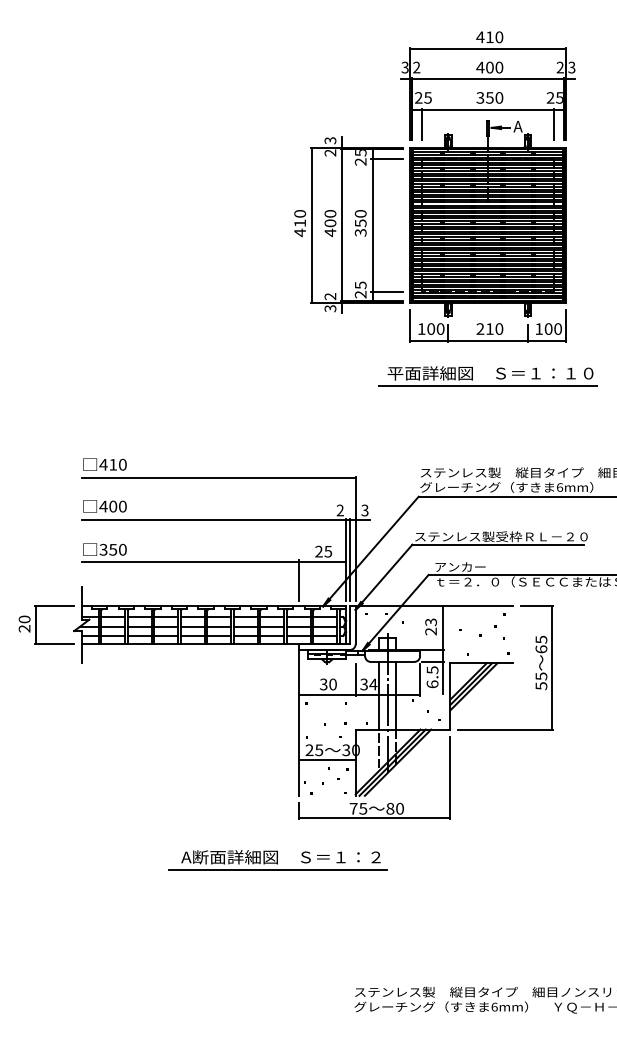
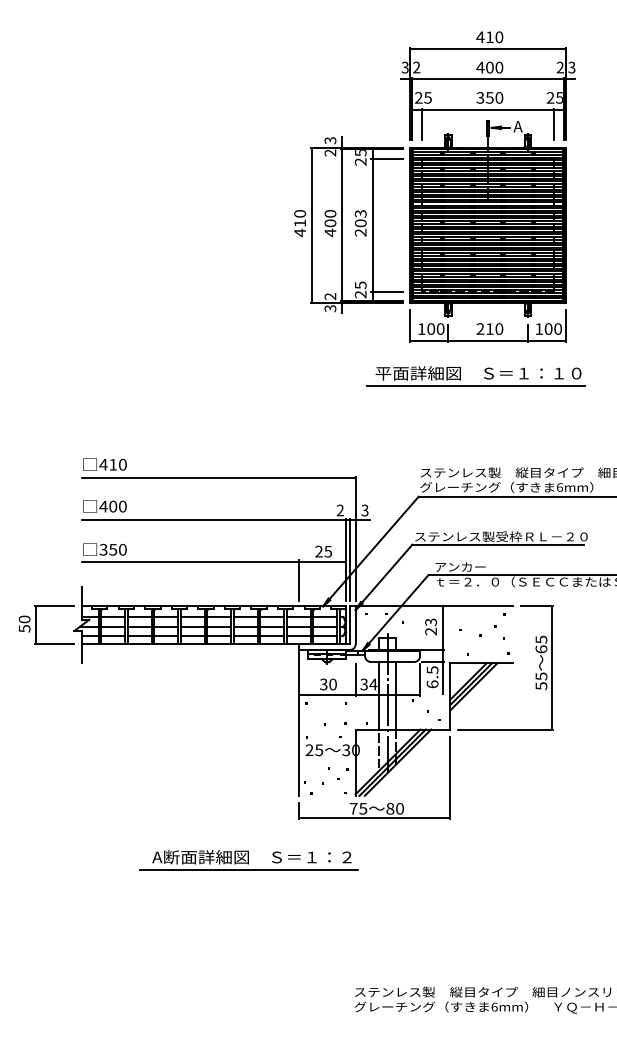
text at (360, 223): 350 -> 203
part at (487, 385) position: (487, 385) -> (475, 385)
text at (24, 628): 20 -> 50
line at (326, 759): present -> none
part at (277, 860) position: (277, 860) -> (248, 860)
